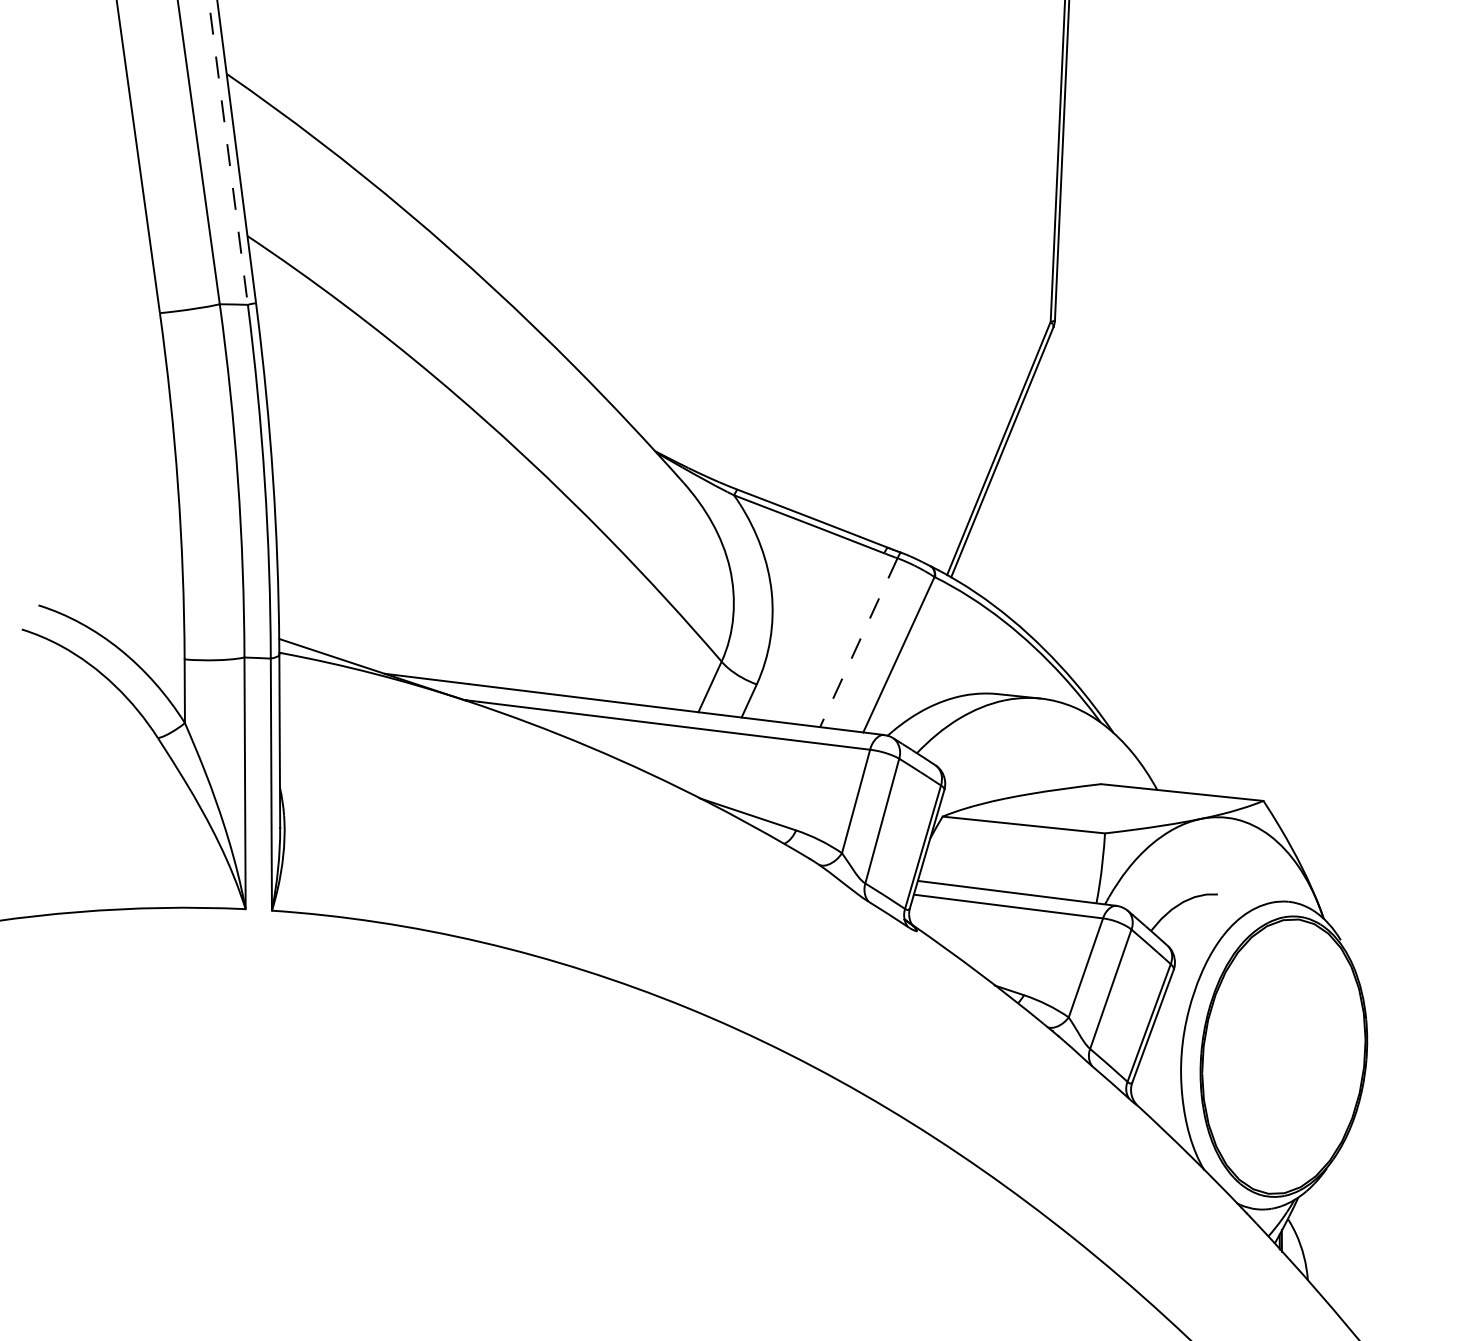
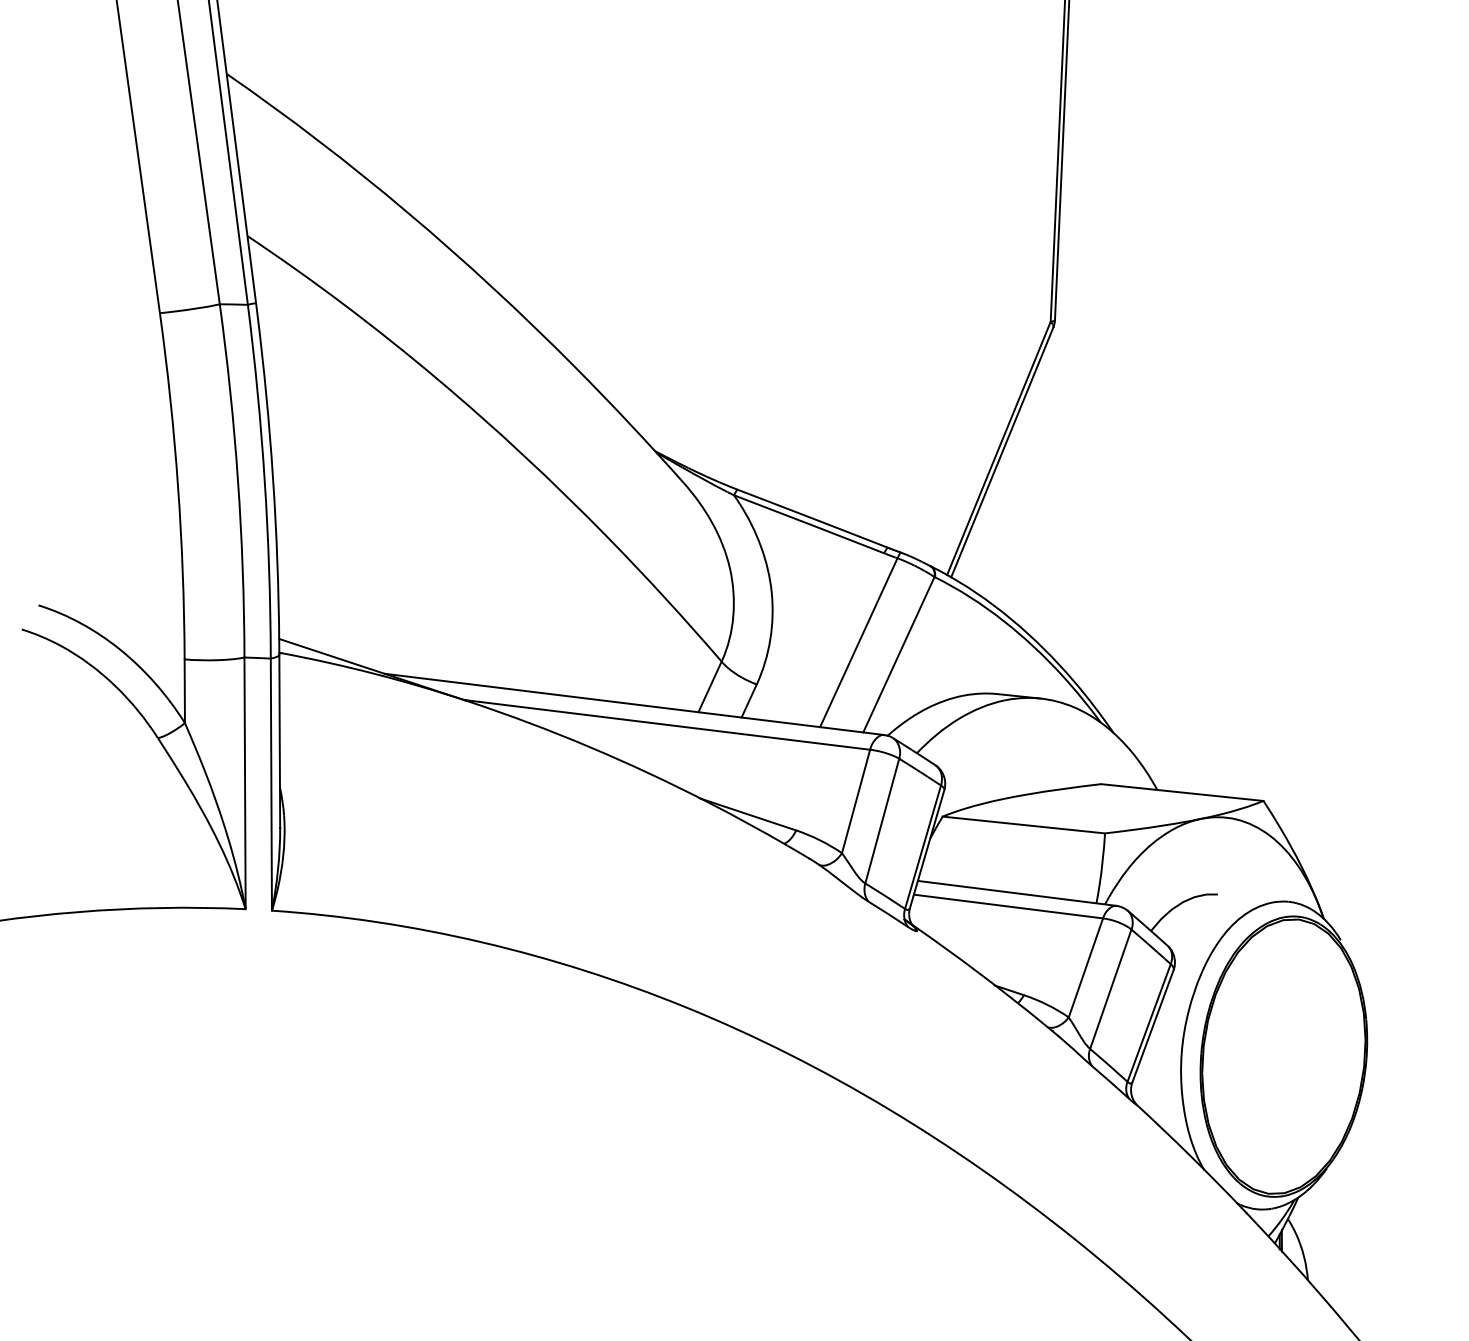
line at (228, 153): dashed -> solid
line at (858, 642): dashed -> solid
